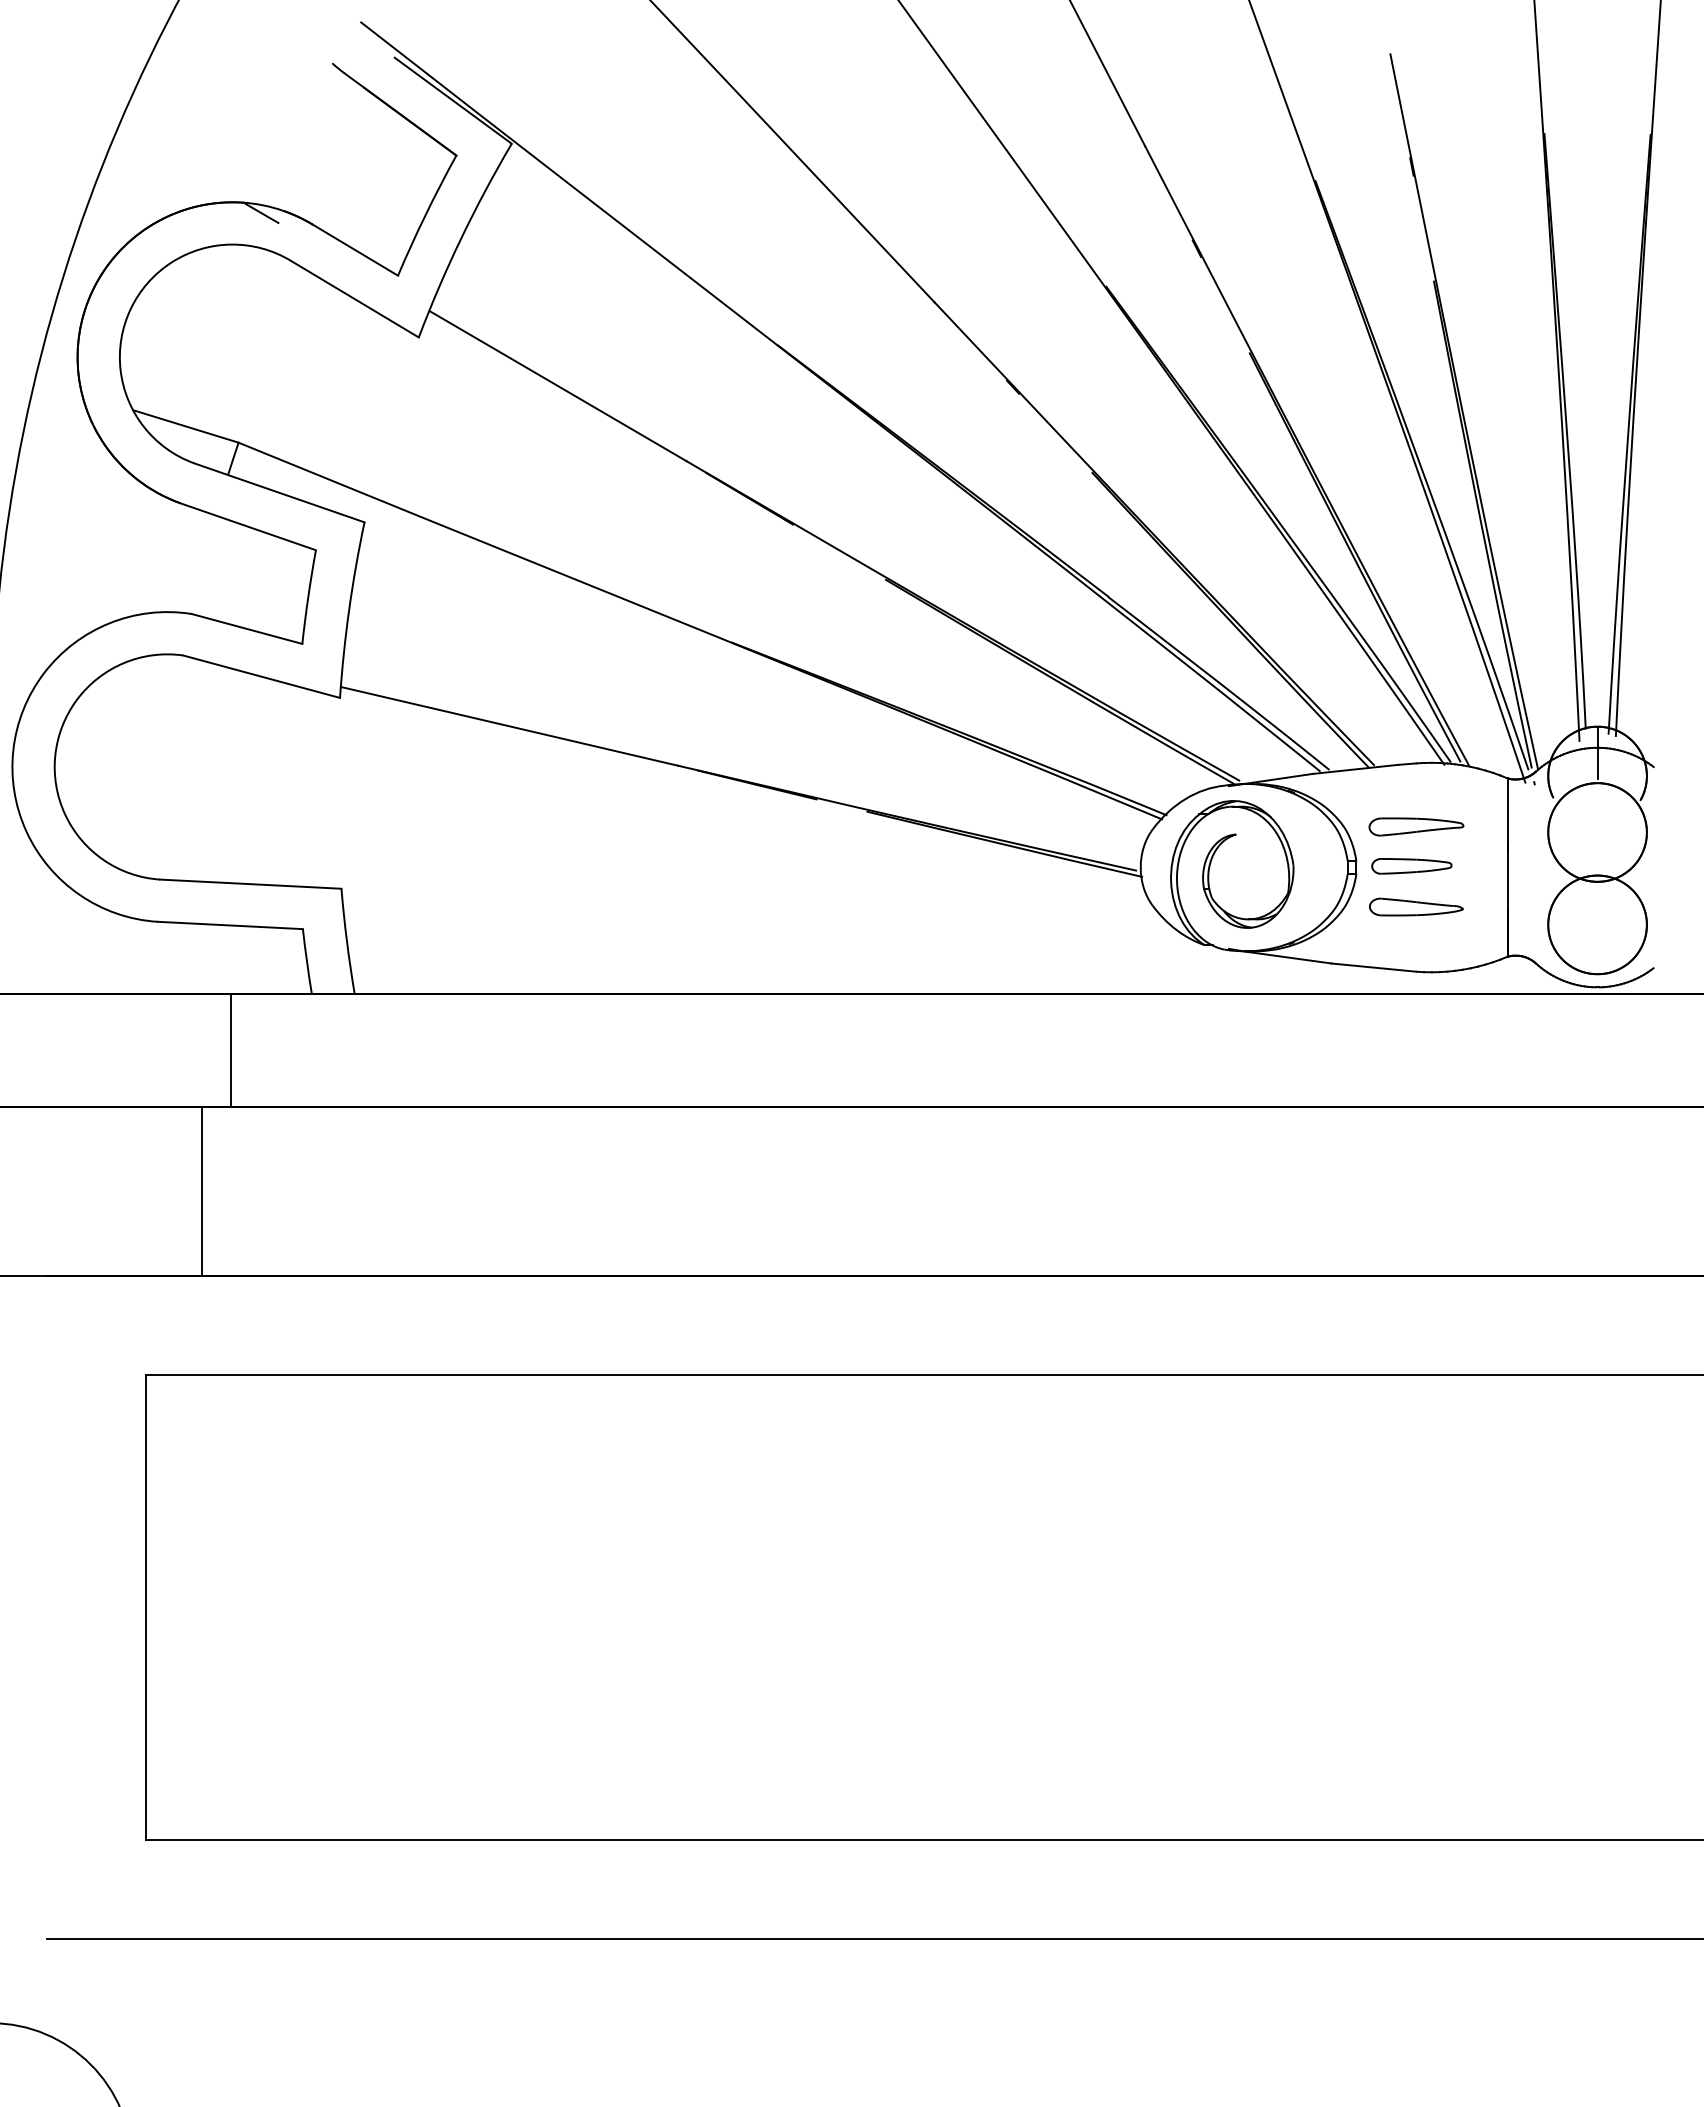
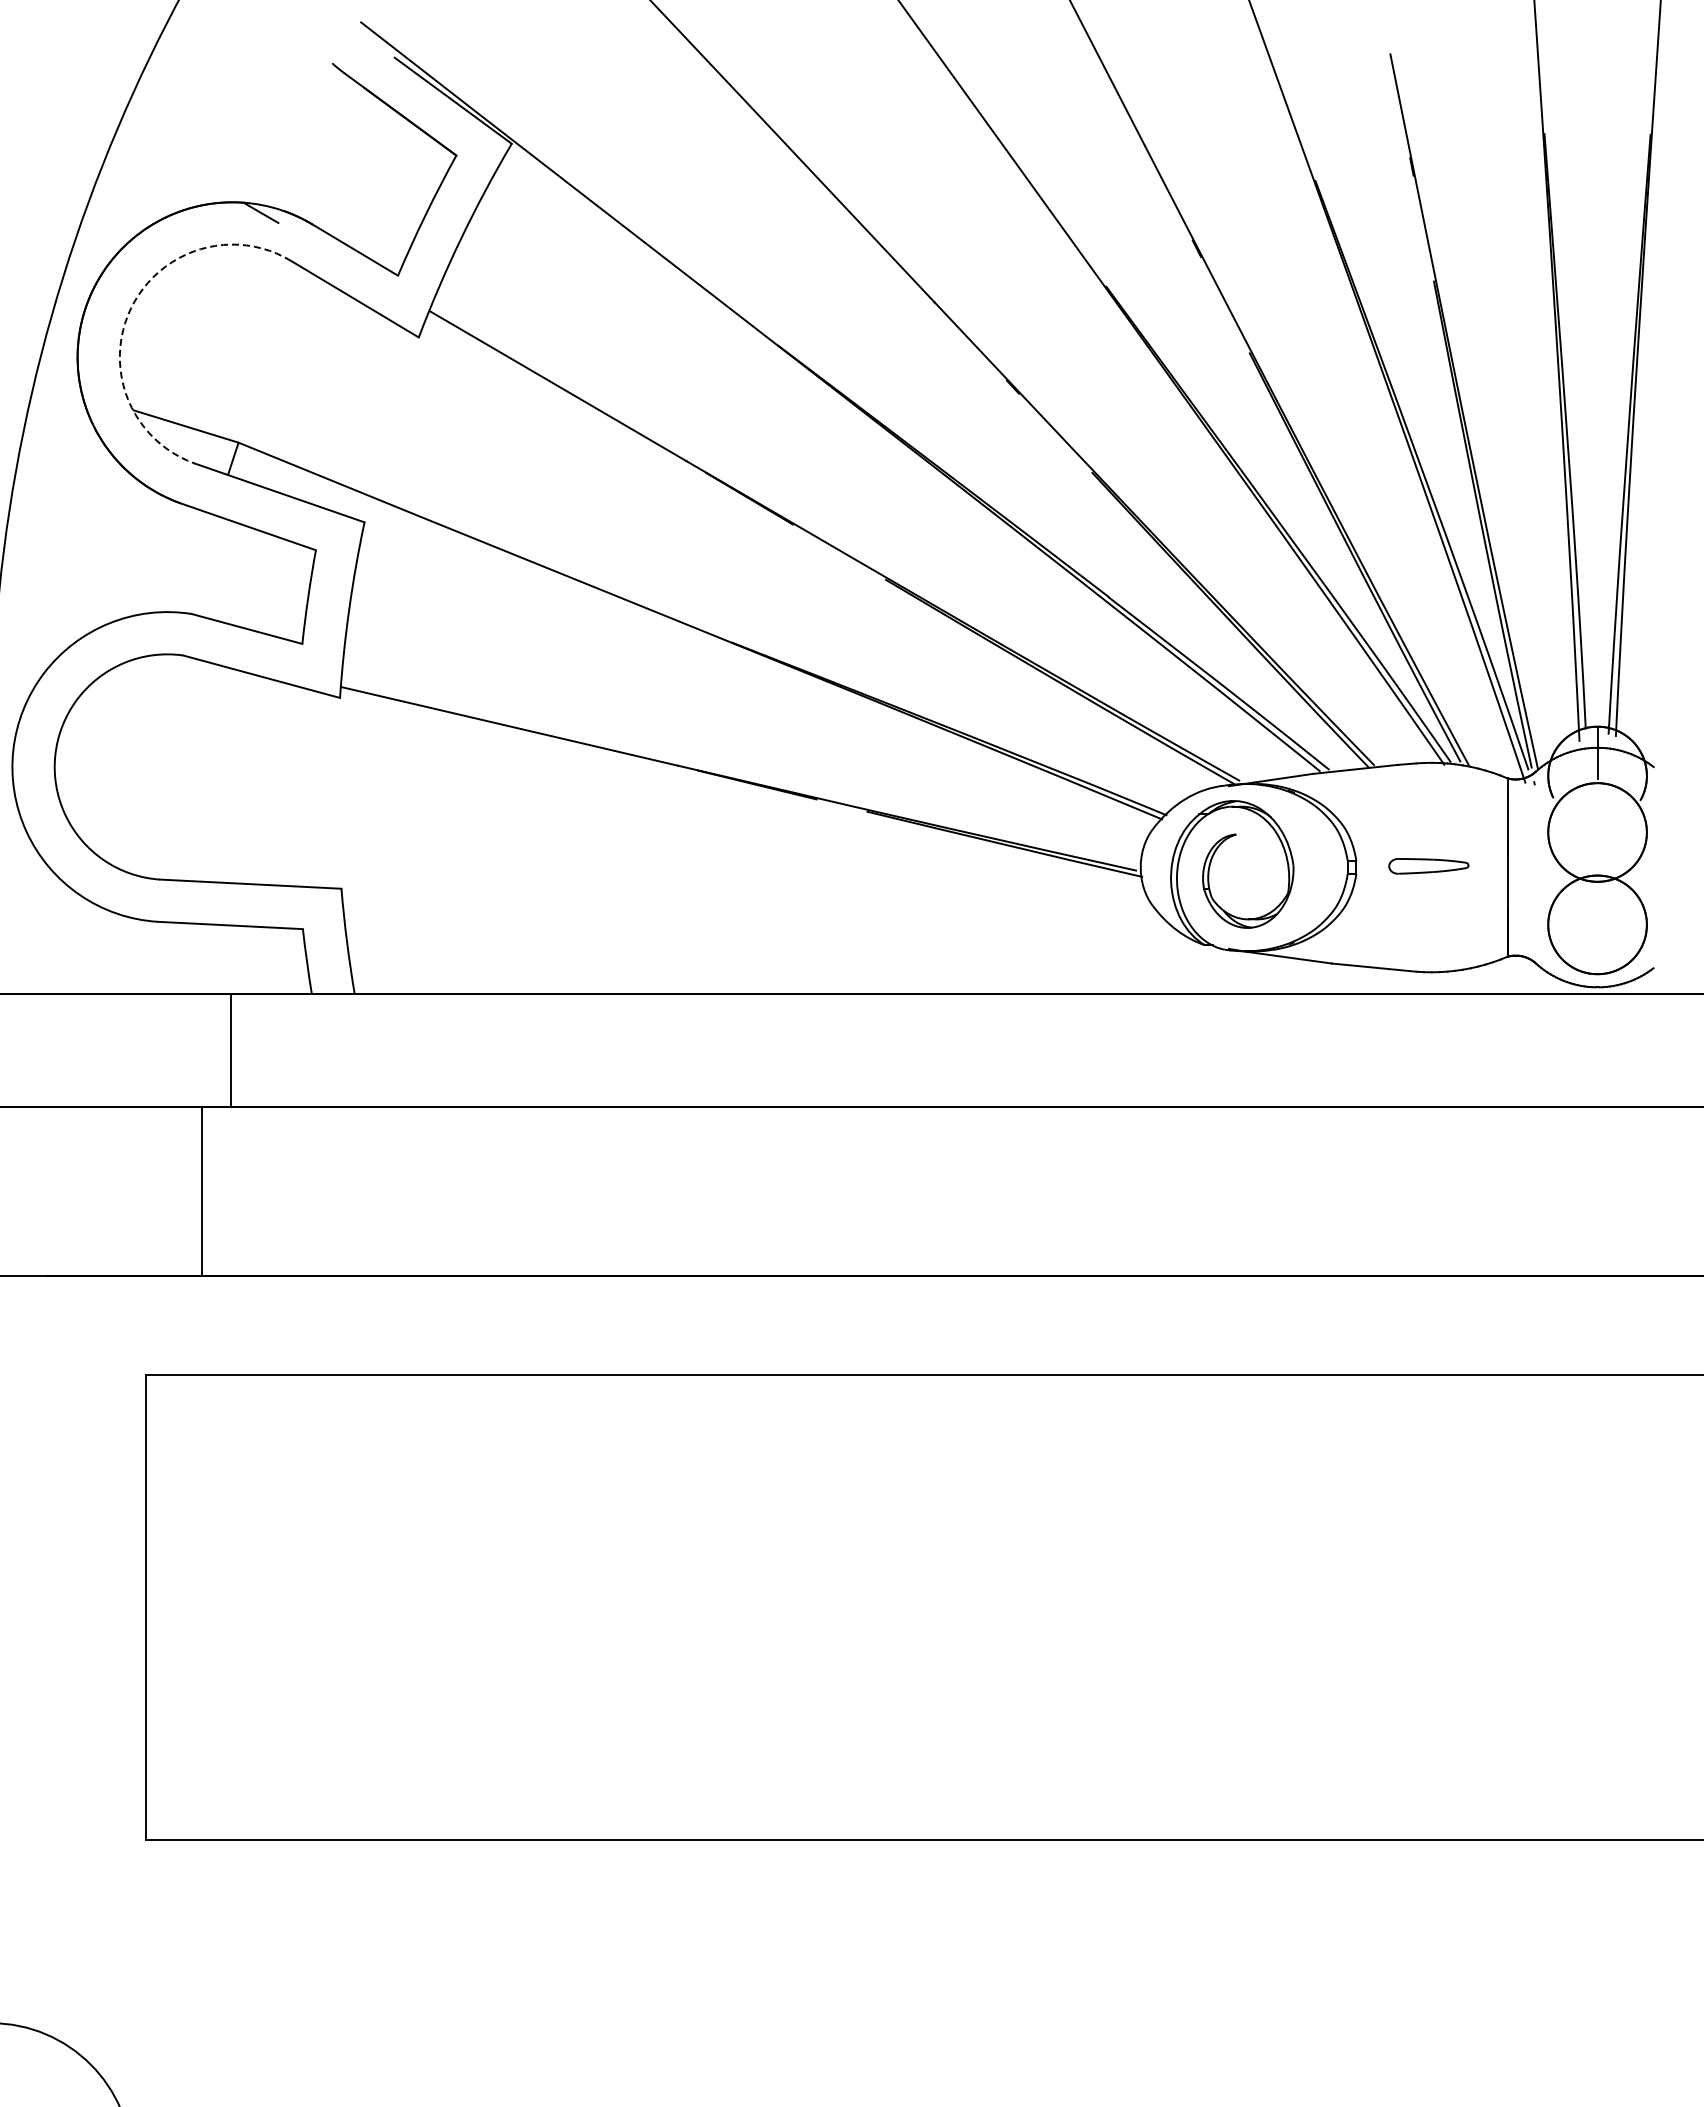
arc at (130, 308): solid -> dashed
part at (1416, 826): present -> none
part at (1411, 866) position: (1411, 866) -> (1428, 866)
part at (1416, 906): present -> none
line at (873, 1938): present -> none
